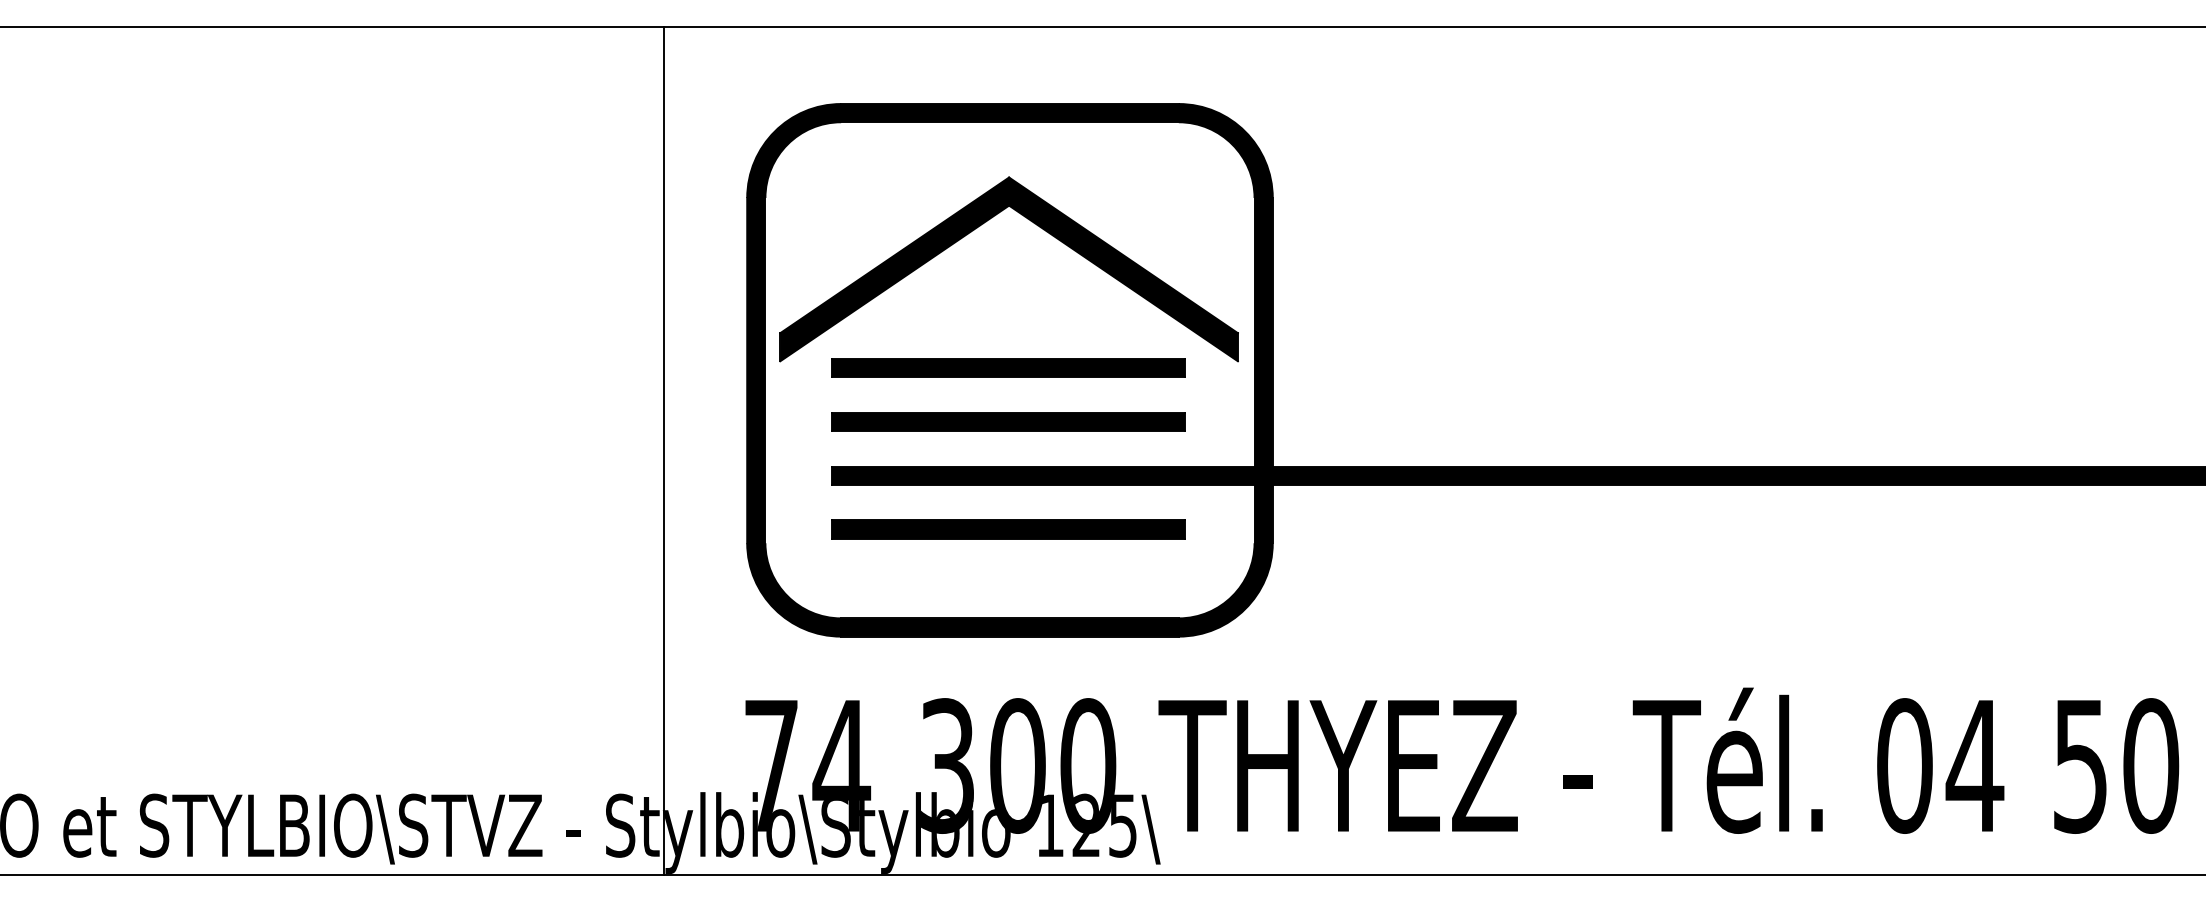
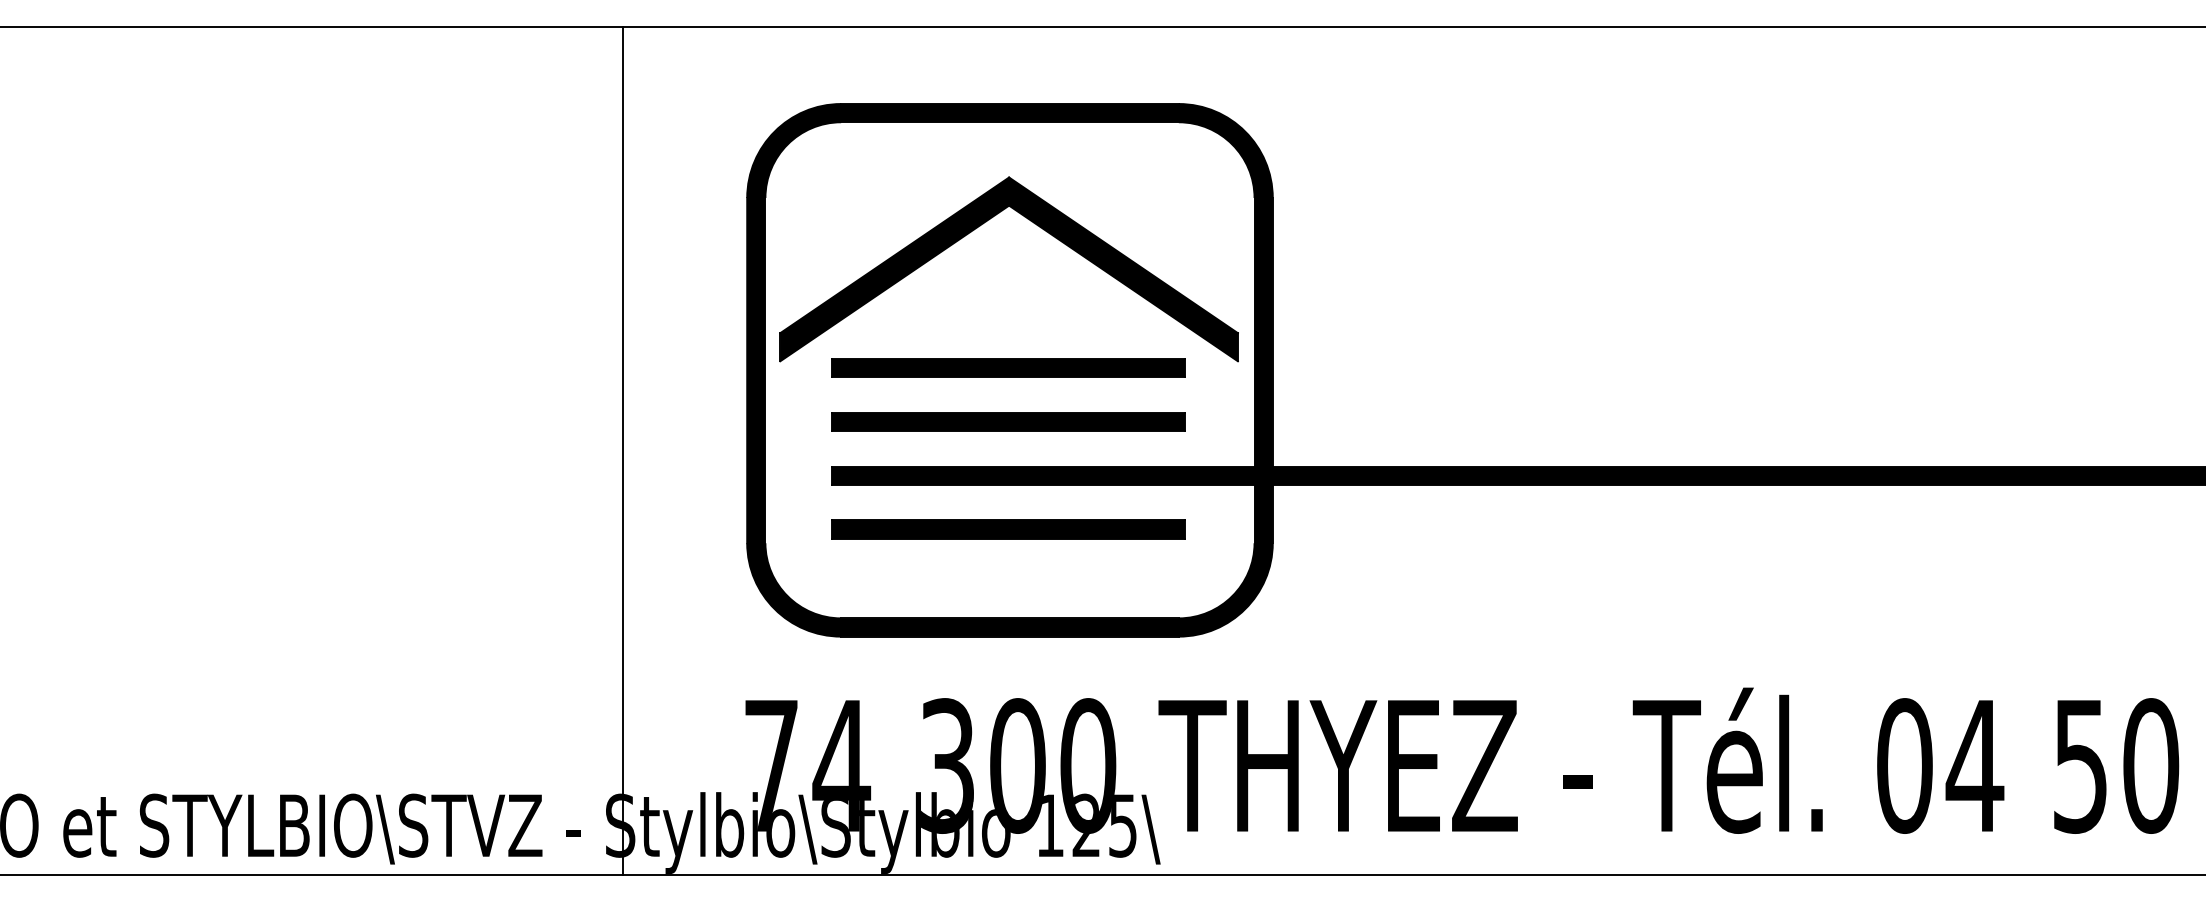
line at (663, 450) position: (663, 450) -> (622, 450)
